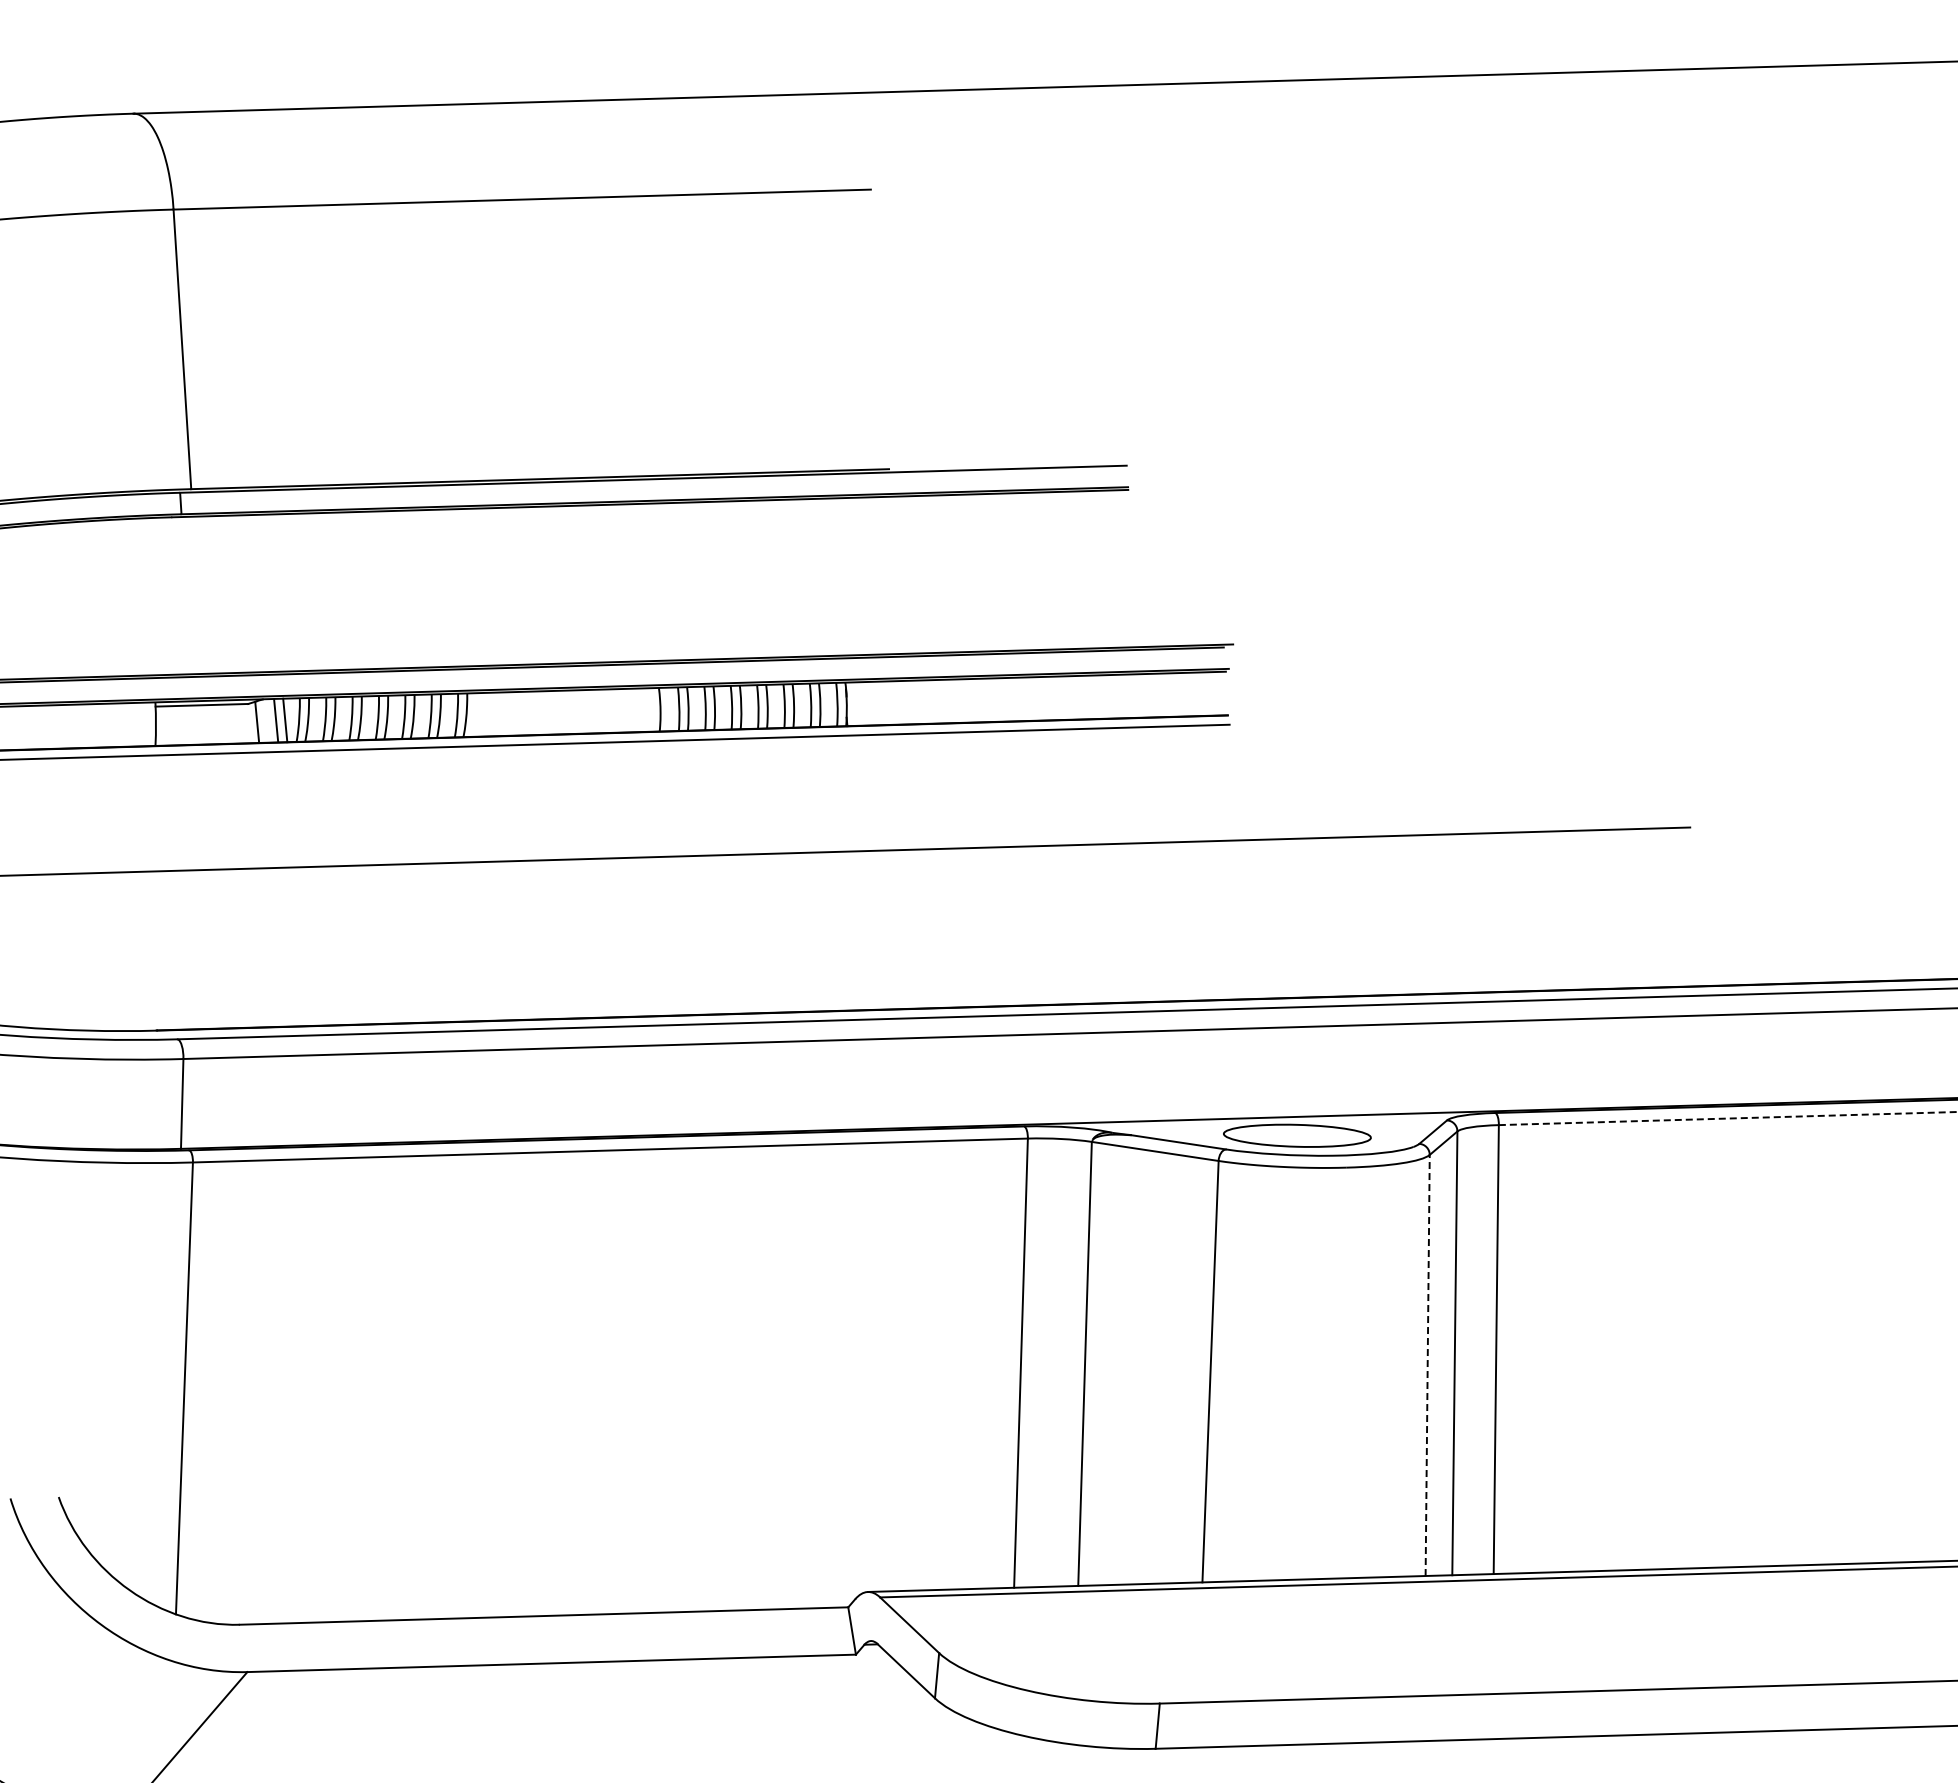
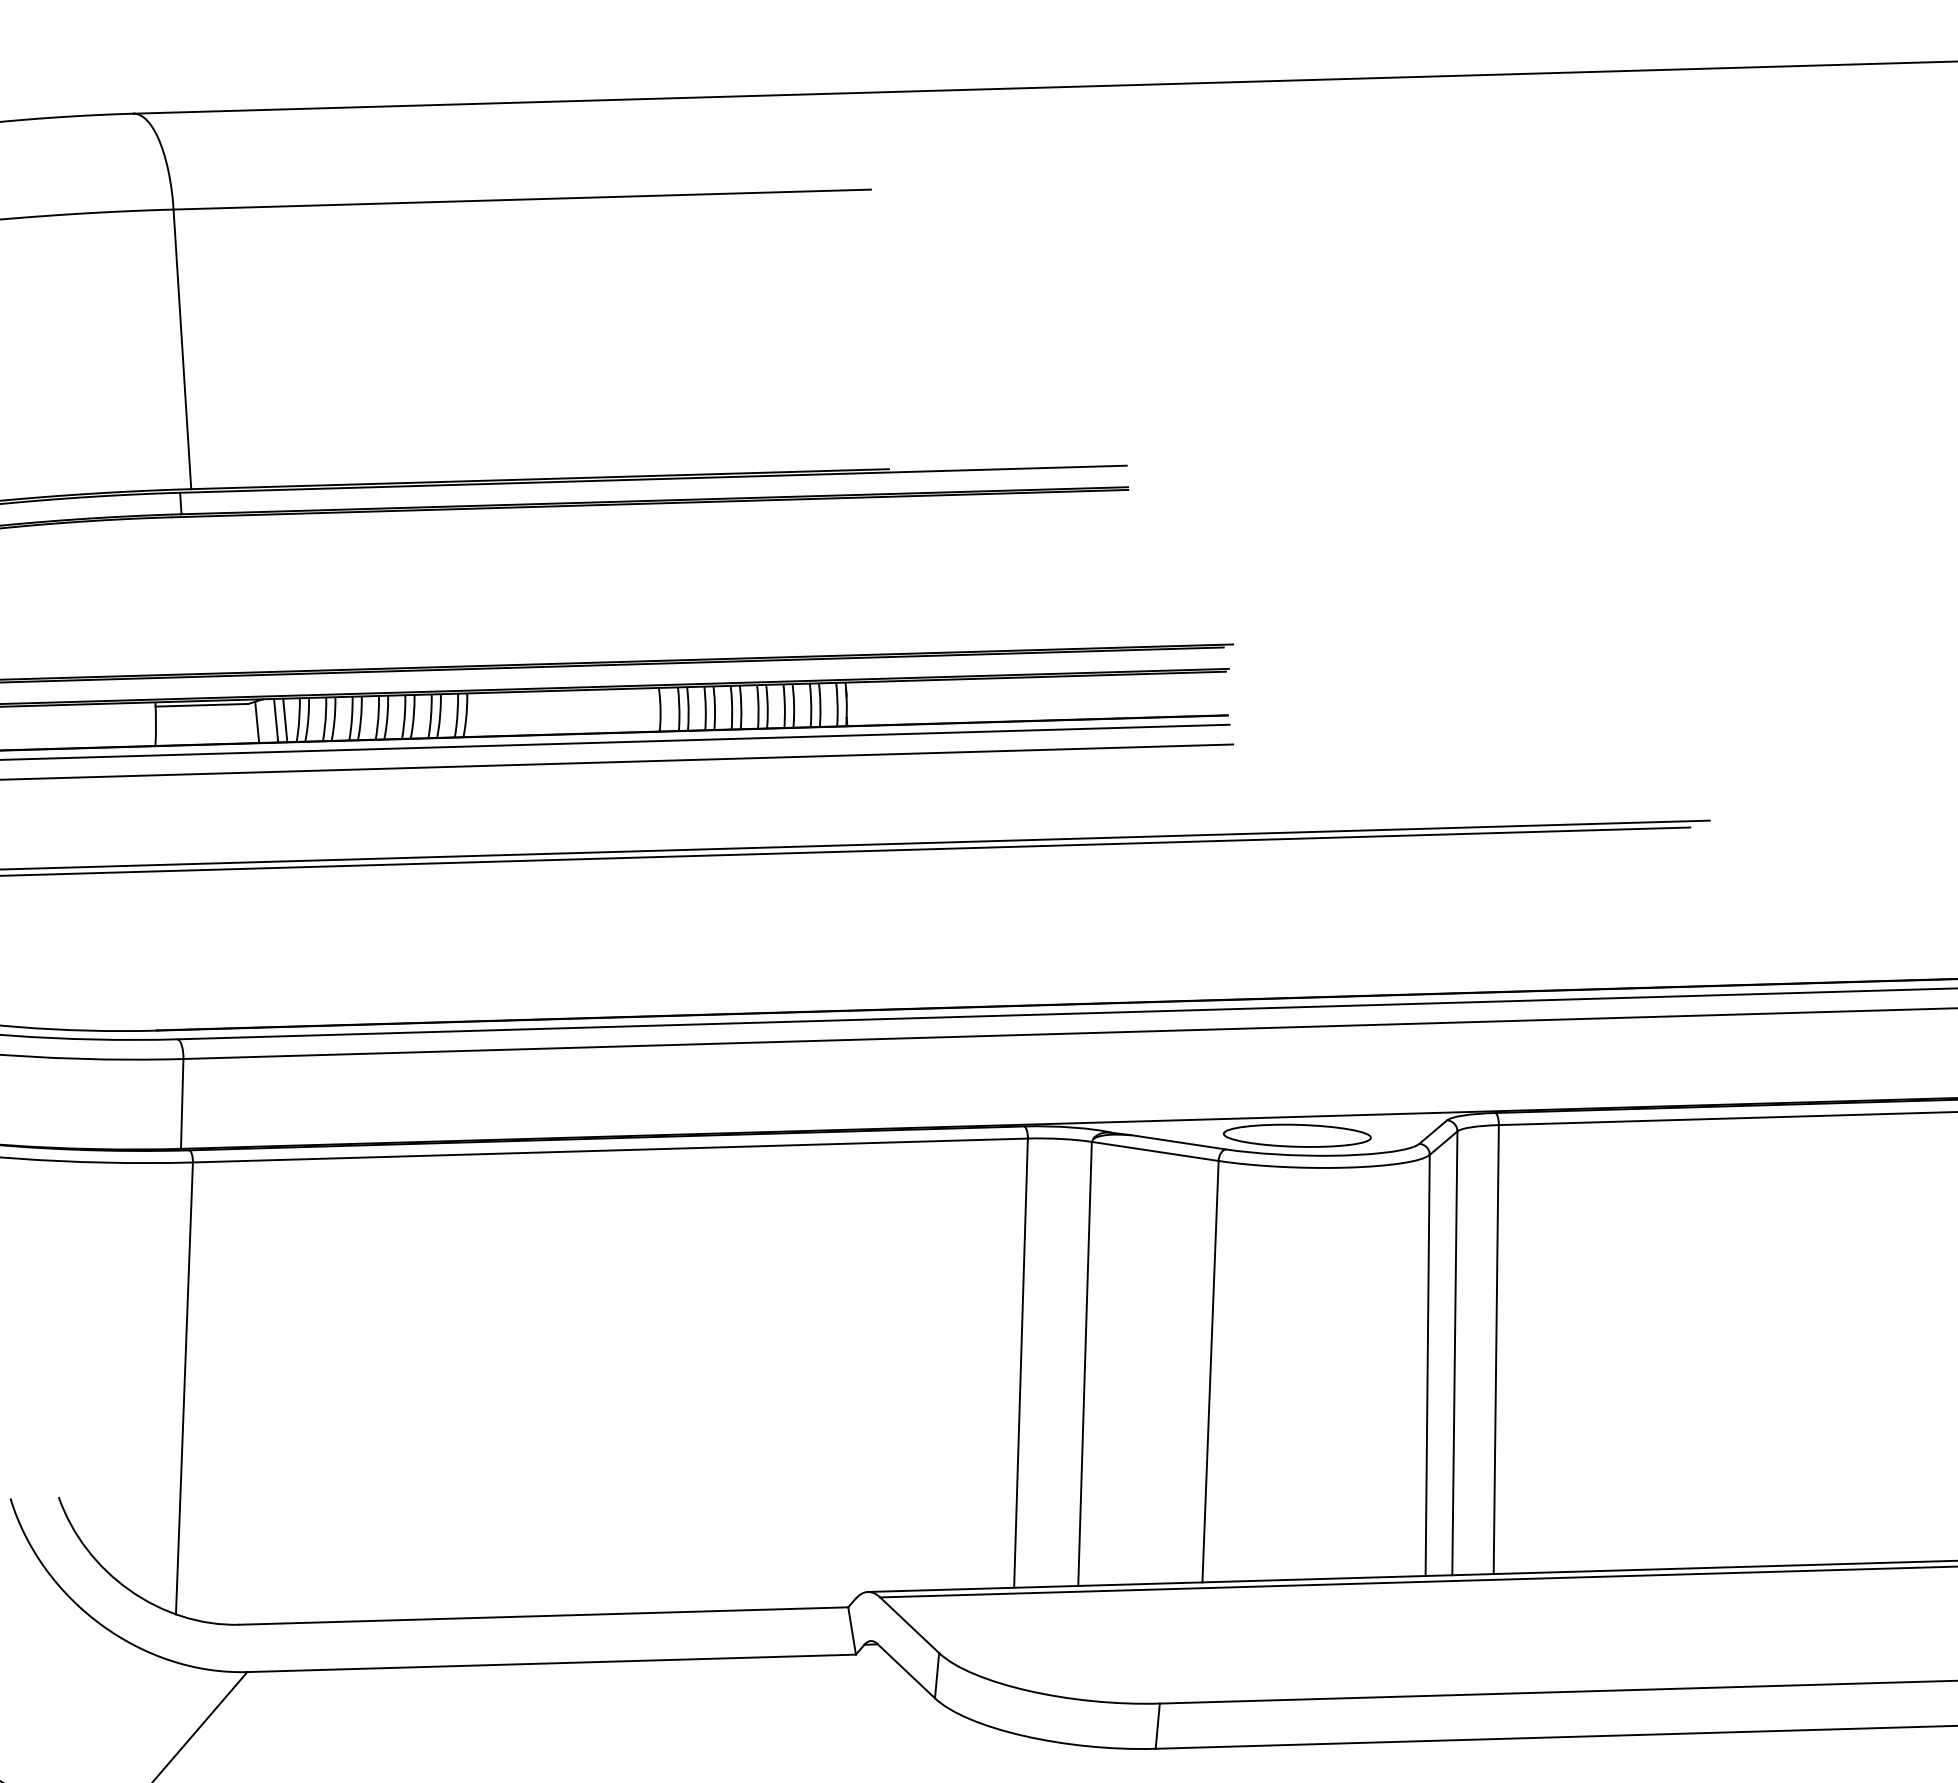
line at (617, 761): none -> present
line at (855, 844): none -> present
line at (1728, 1118): dashed -> solid
line at (1427, 1365): dashed -> solid
